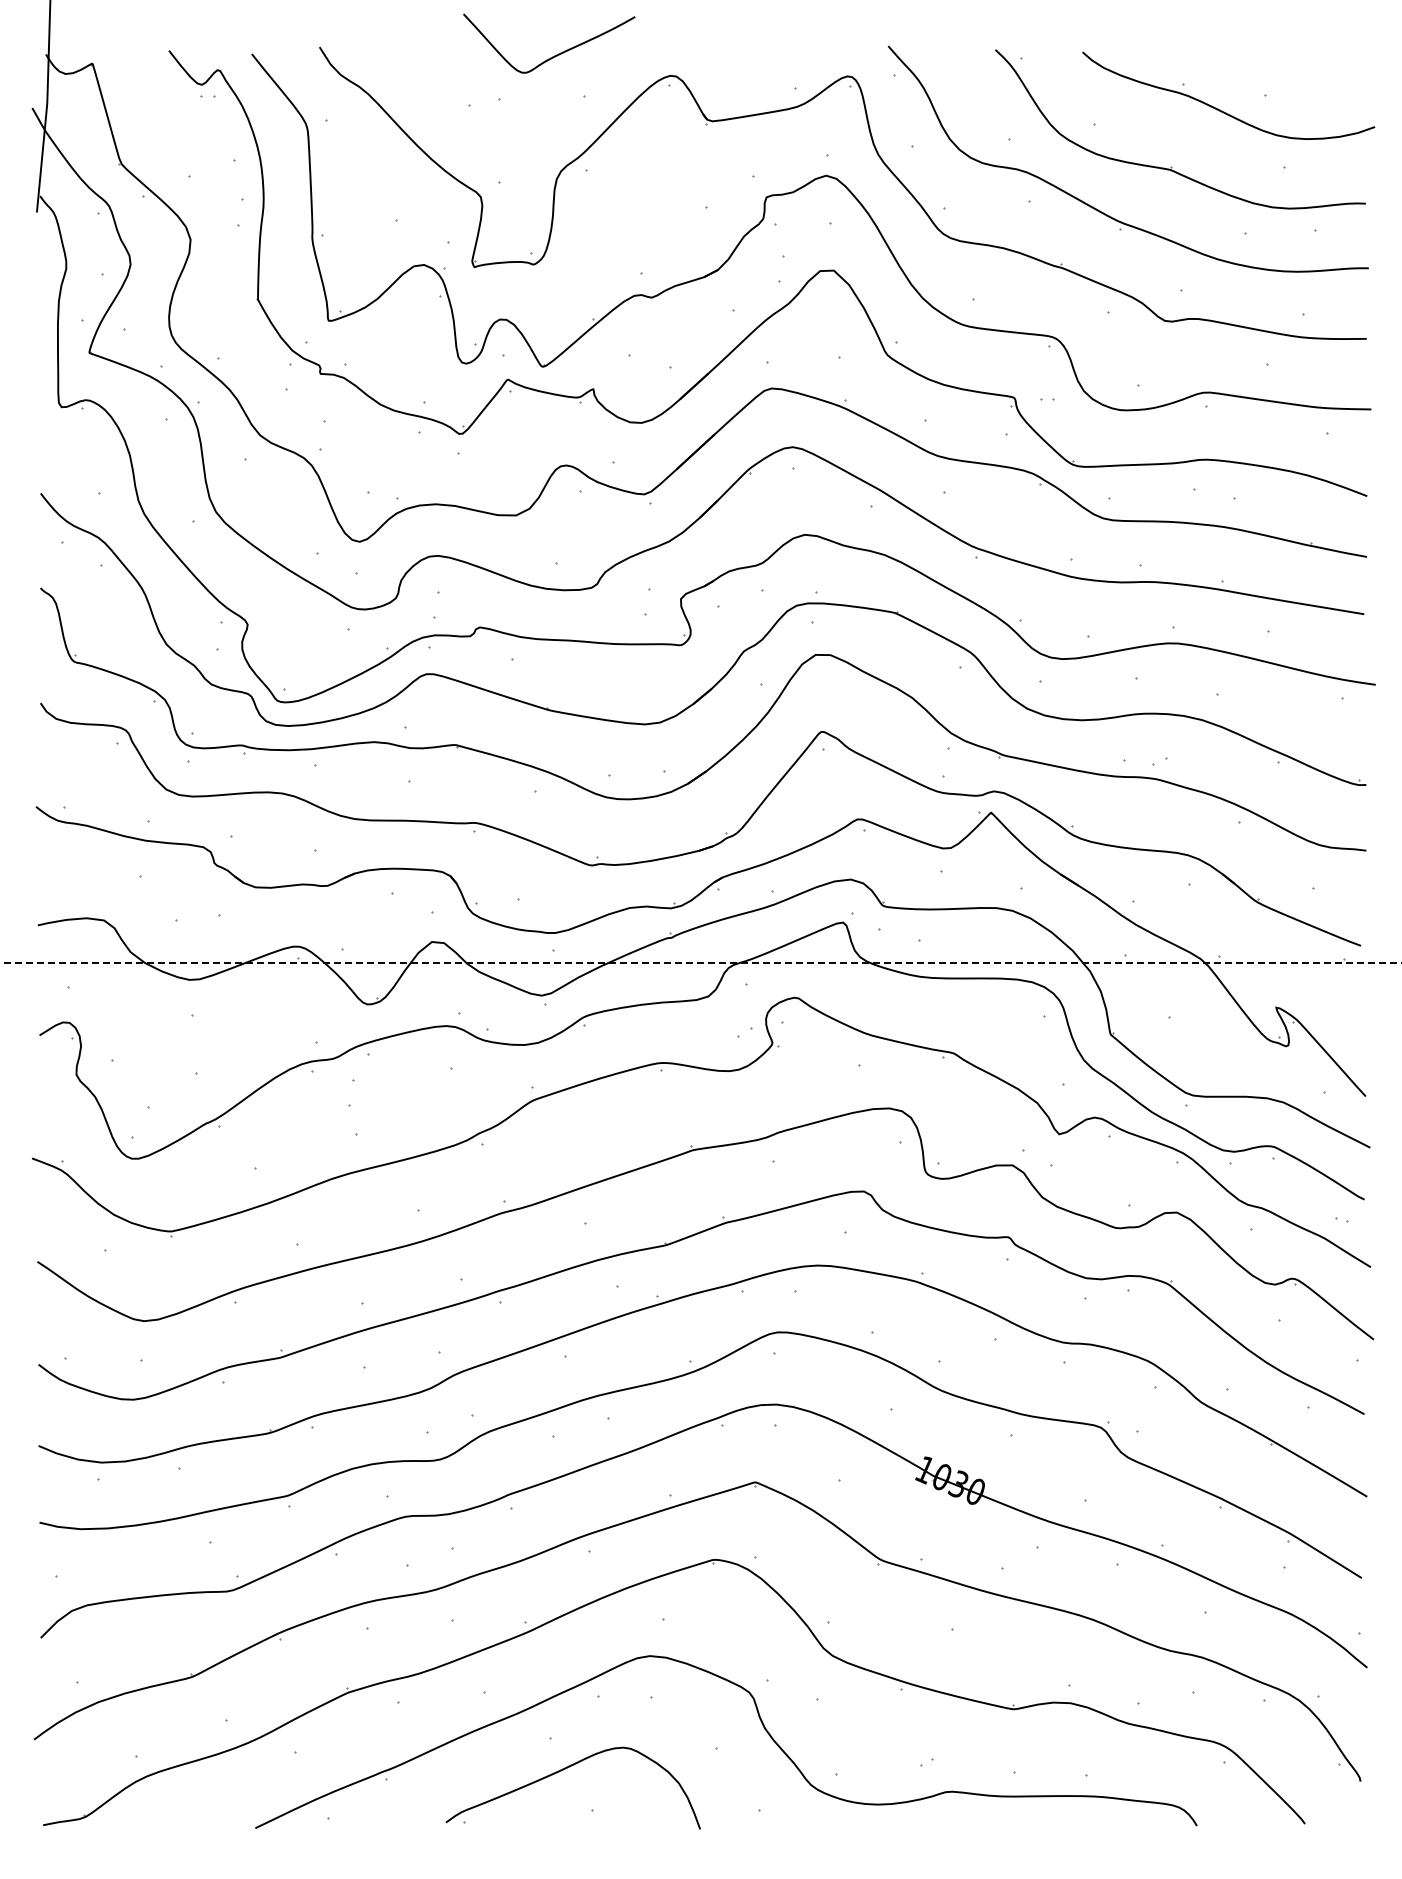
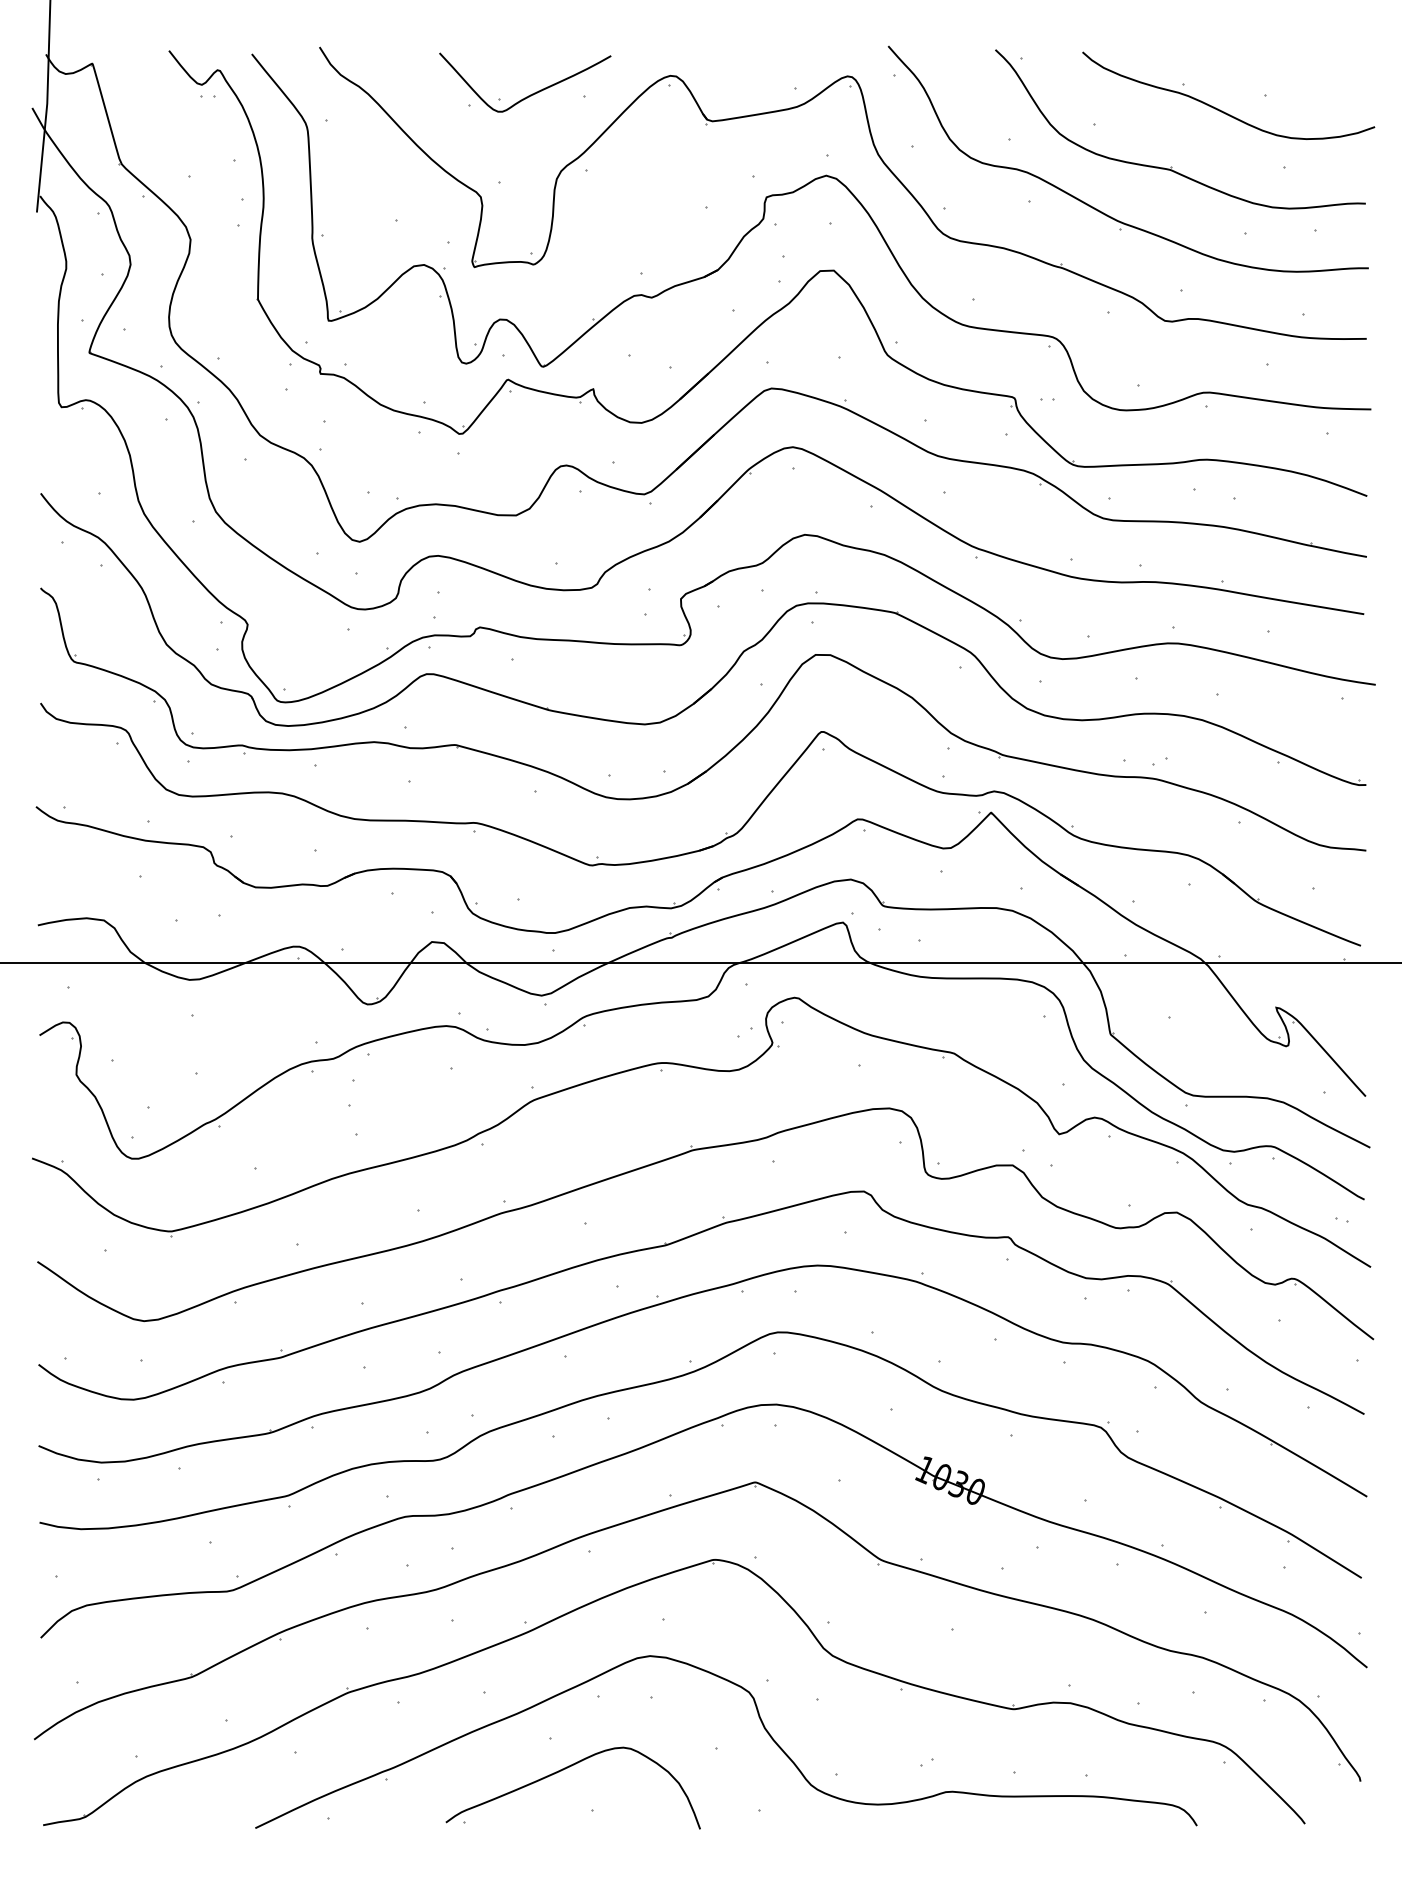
curve at (554, 55) position: (554, 55) -> (530, 94)
line at (700, 962): dashed -> solid
